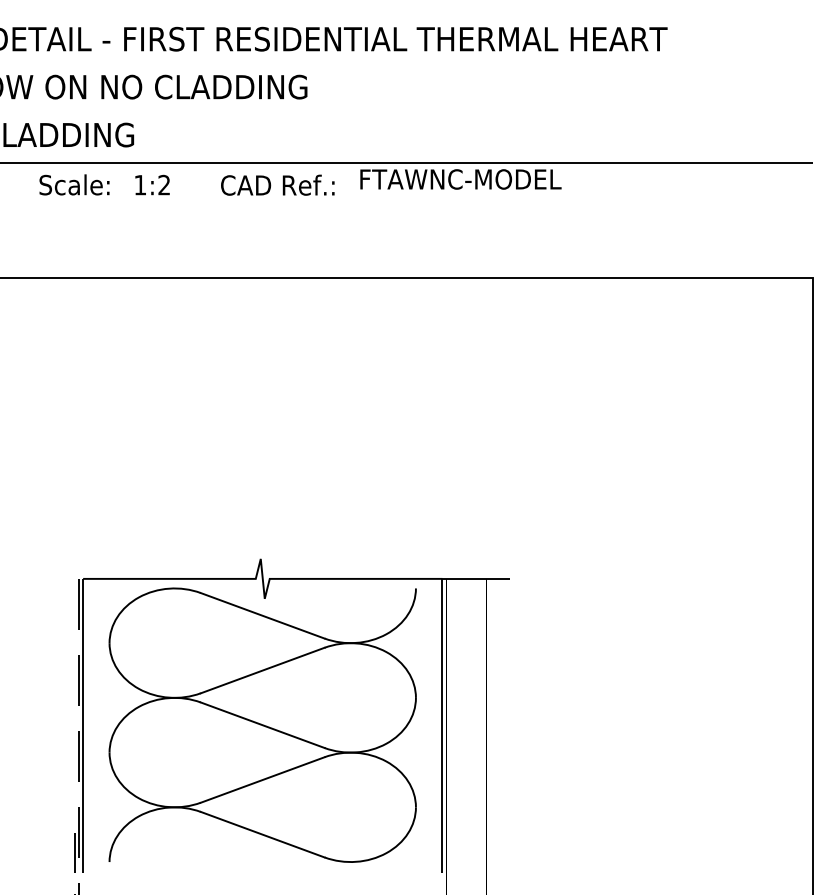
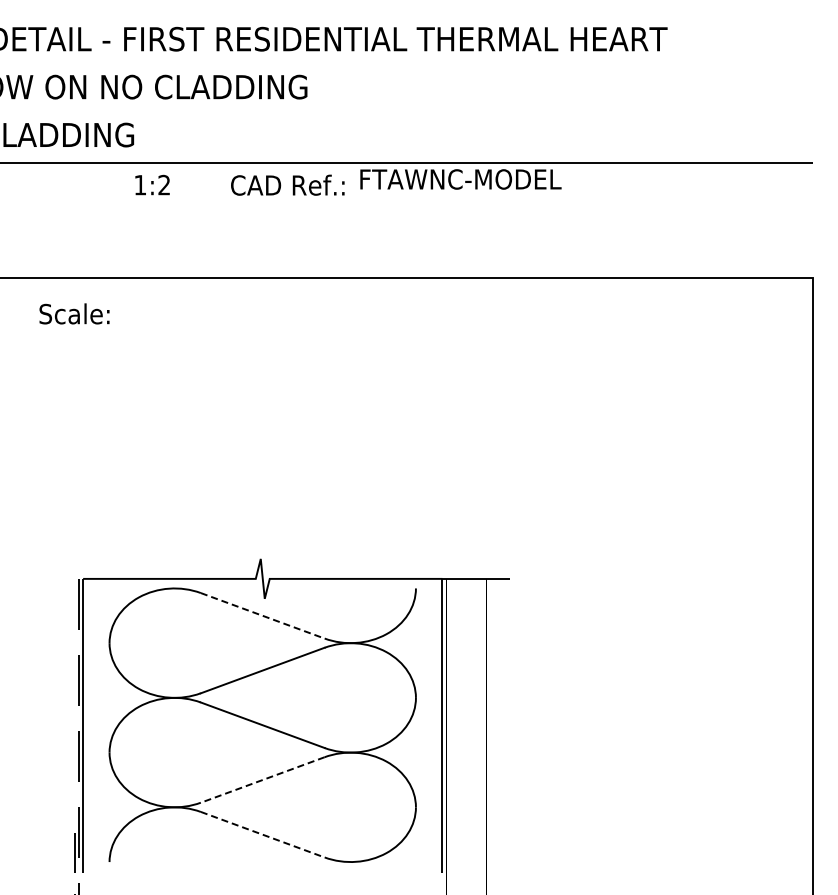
text at (74, 184) position: (74, 184) -> (74, 313)
text at (277, 184) position: (277, 184) -> (287, 184)
line at (262, 615): solid -> dashed
line at (262, 779): solid -> dashed
line at (262, 834): solid -> dashed
